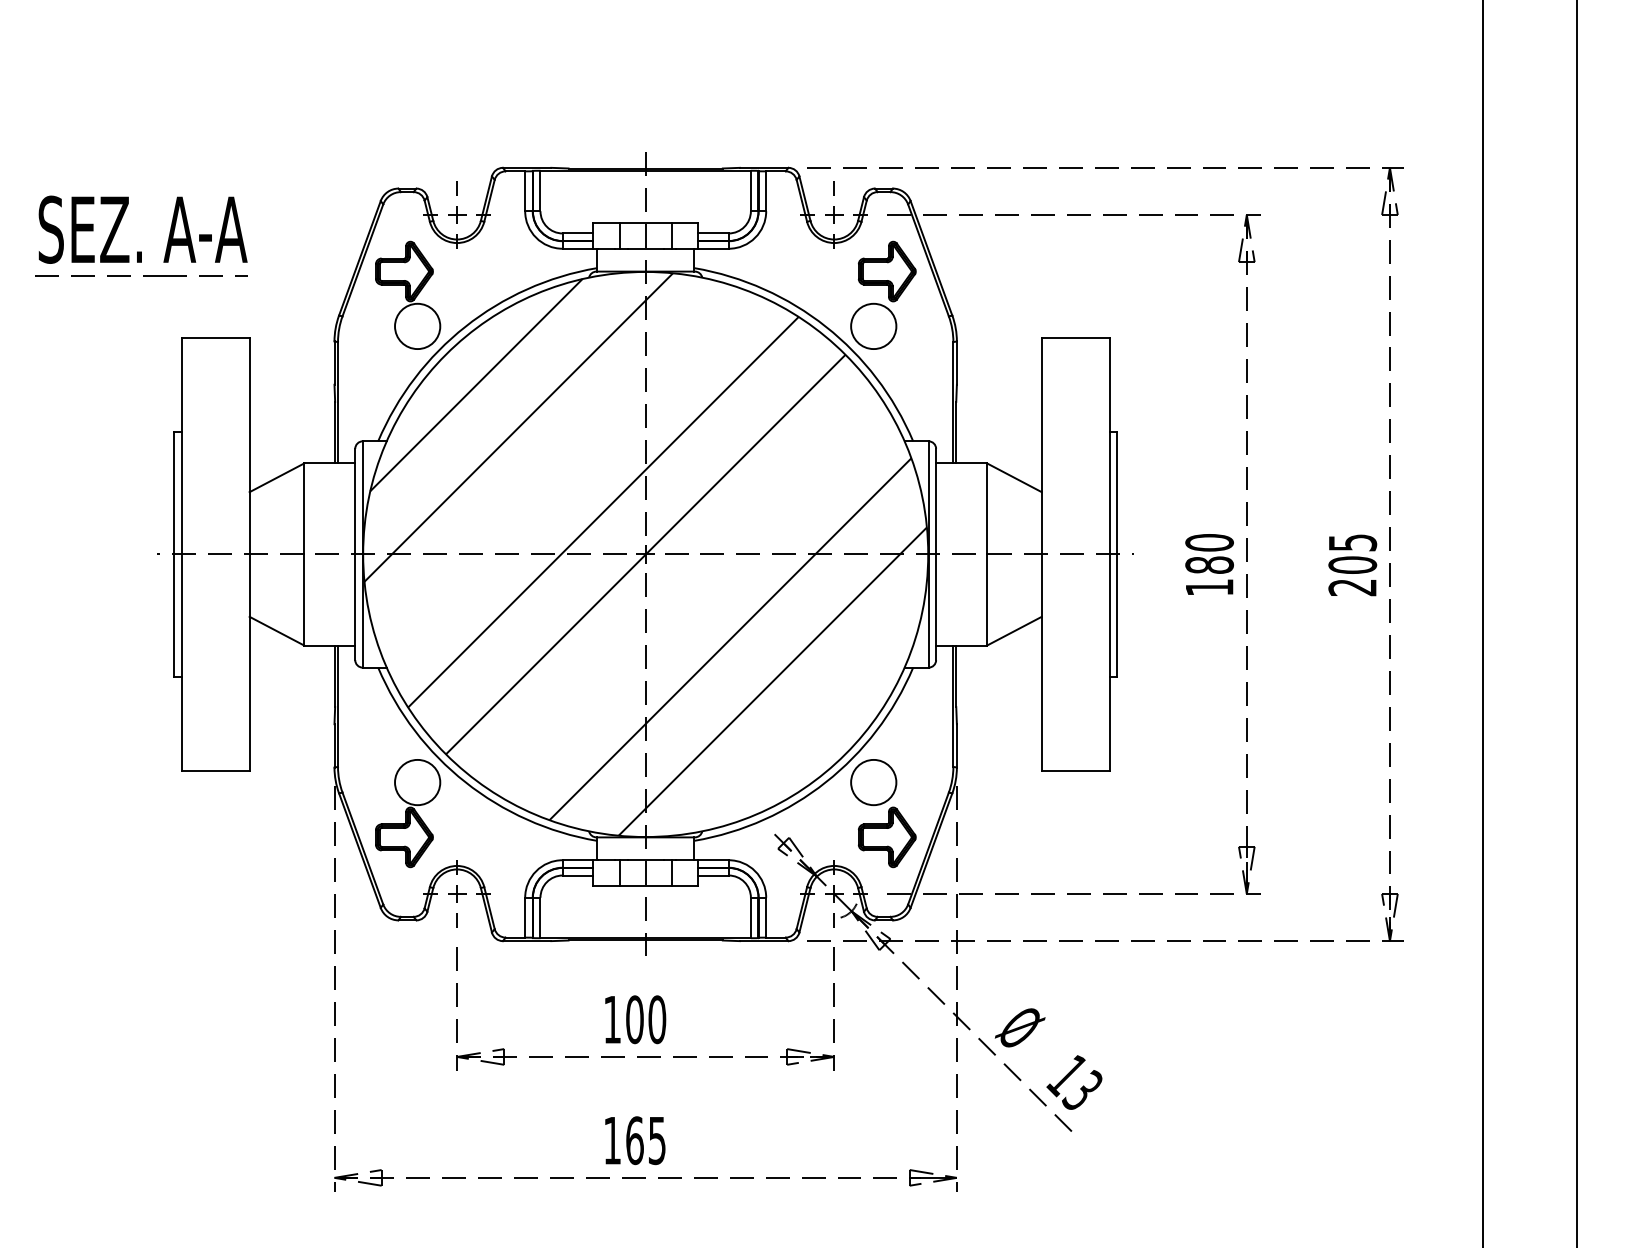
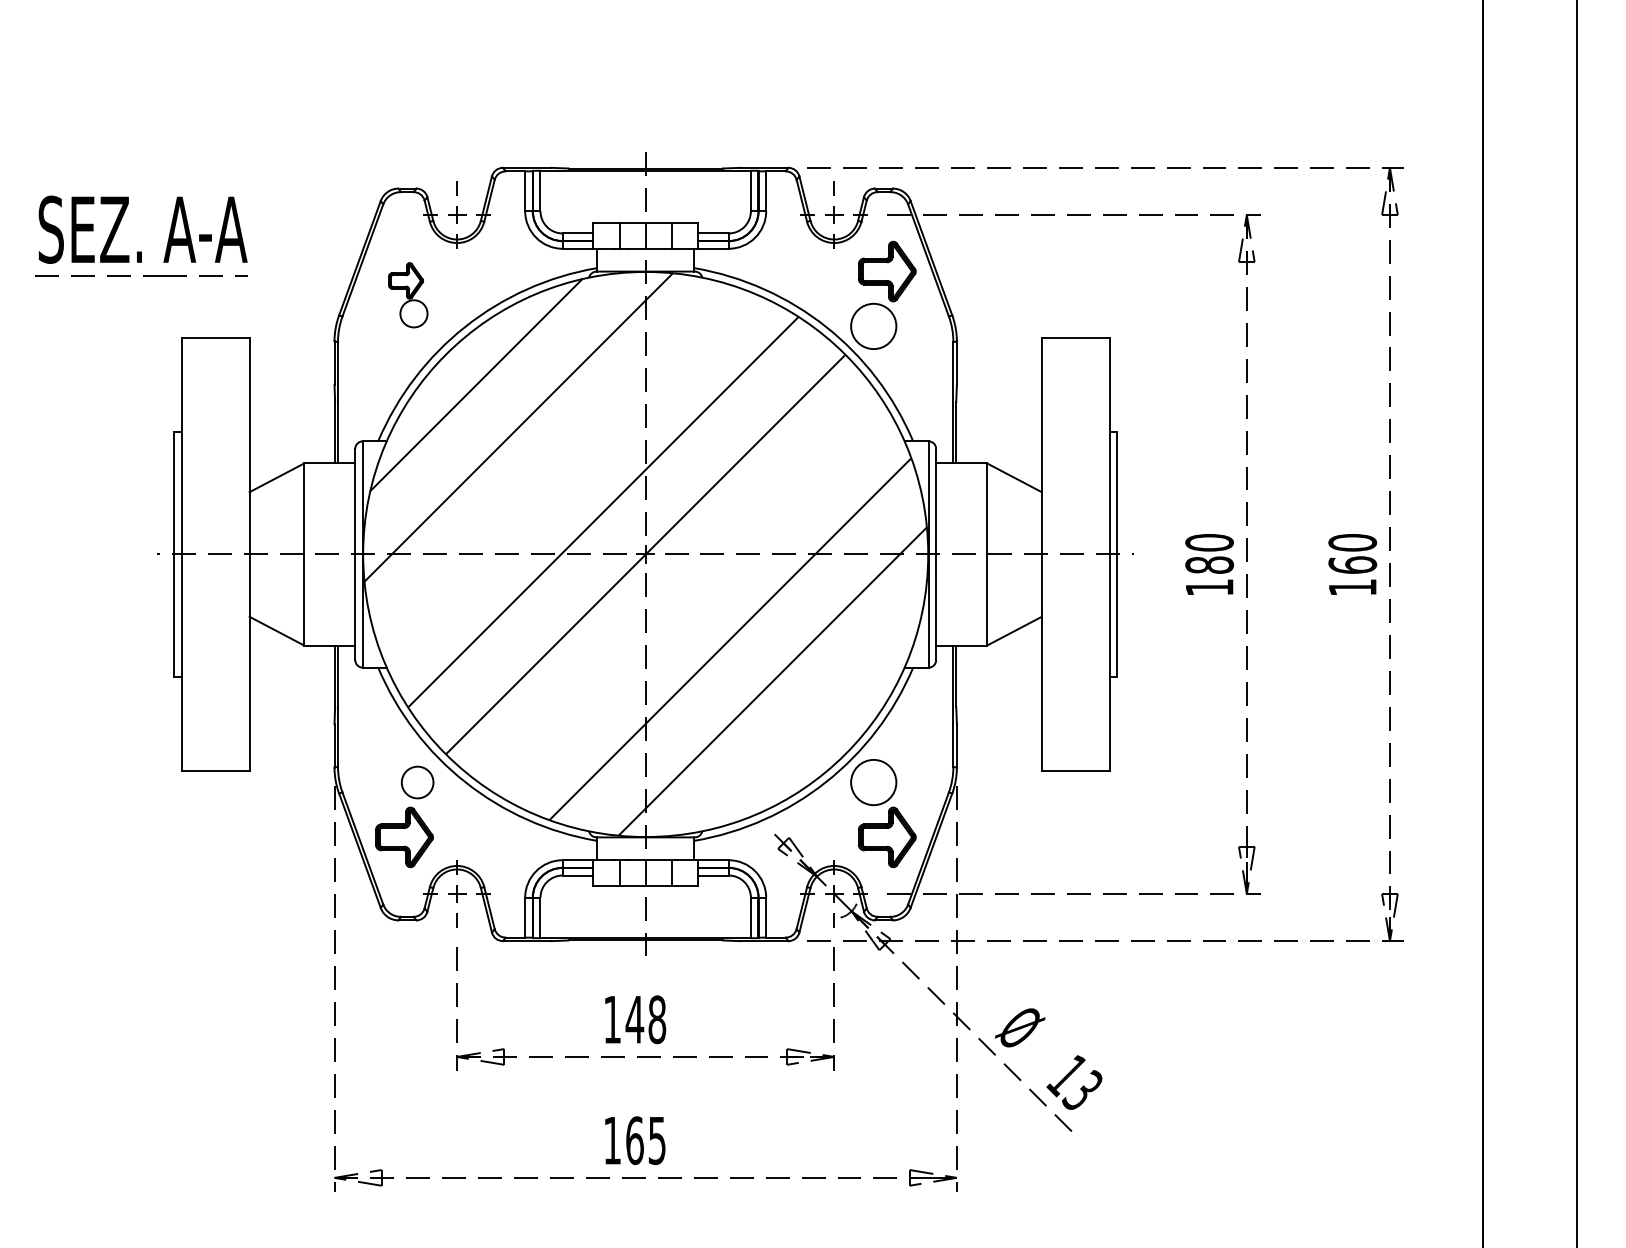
part at (408, 294) size: 67x110 px -> 41x67 px
text at (1352, 565): 205 -> 160
circle at (417, 782) diameter: 45 px -> 32 px
text at (645, 1019): 100 -> 148
